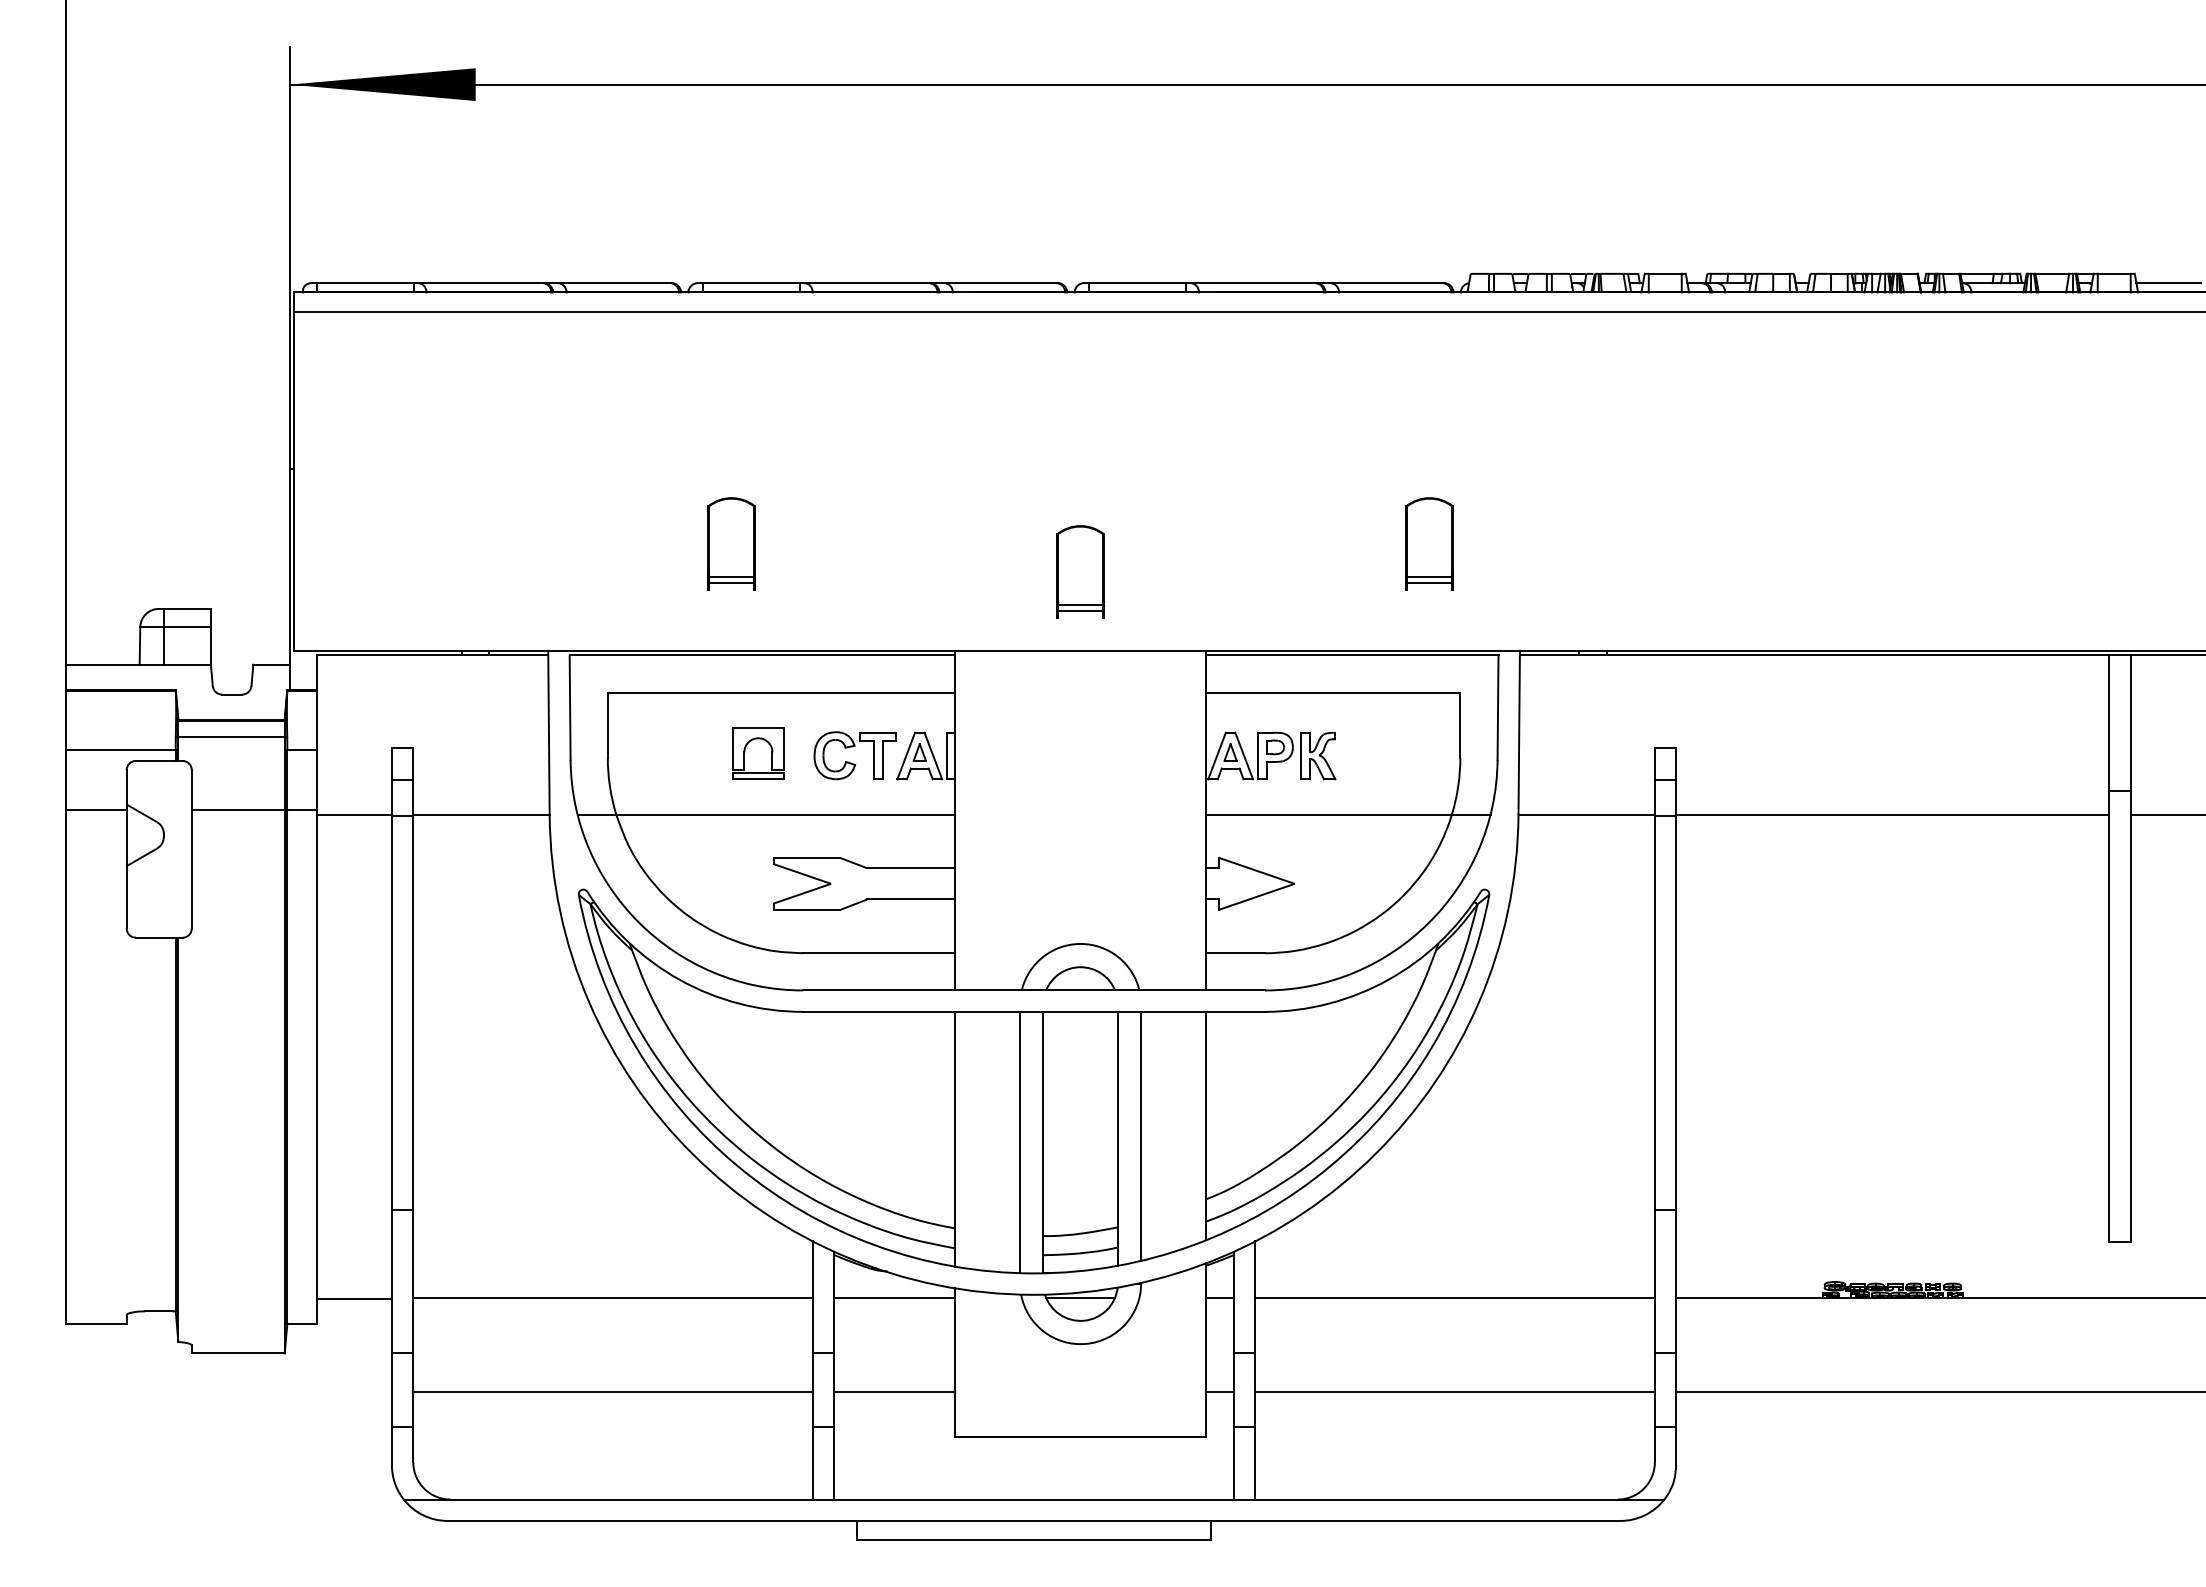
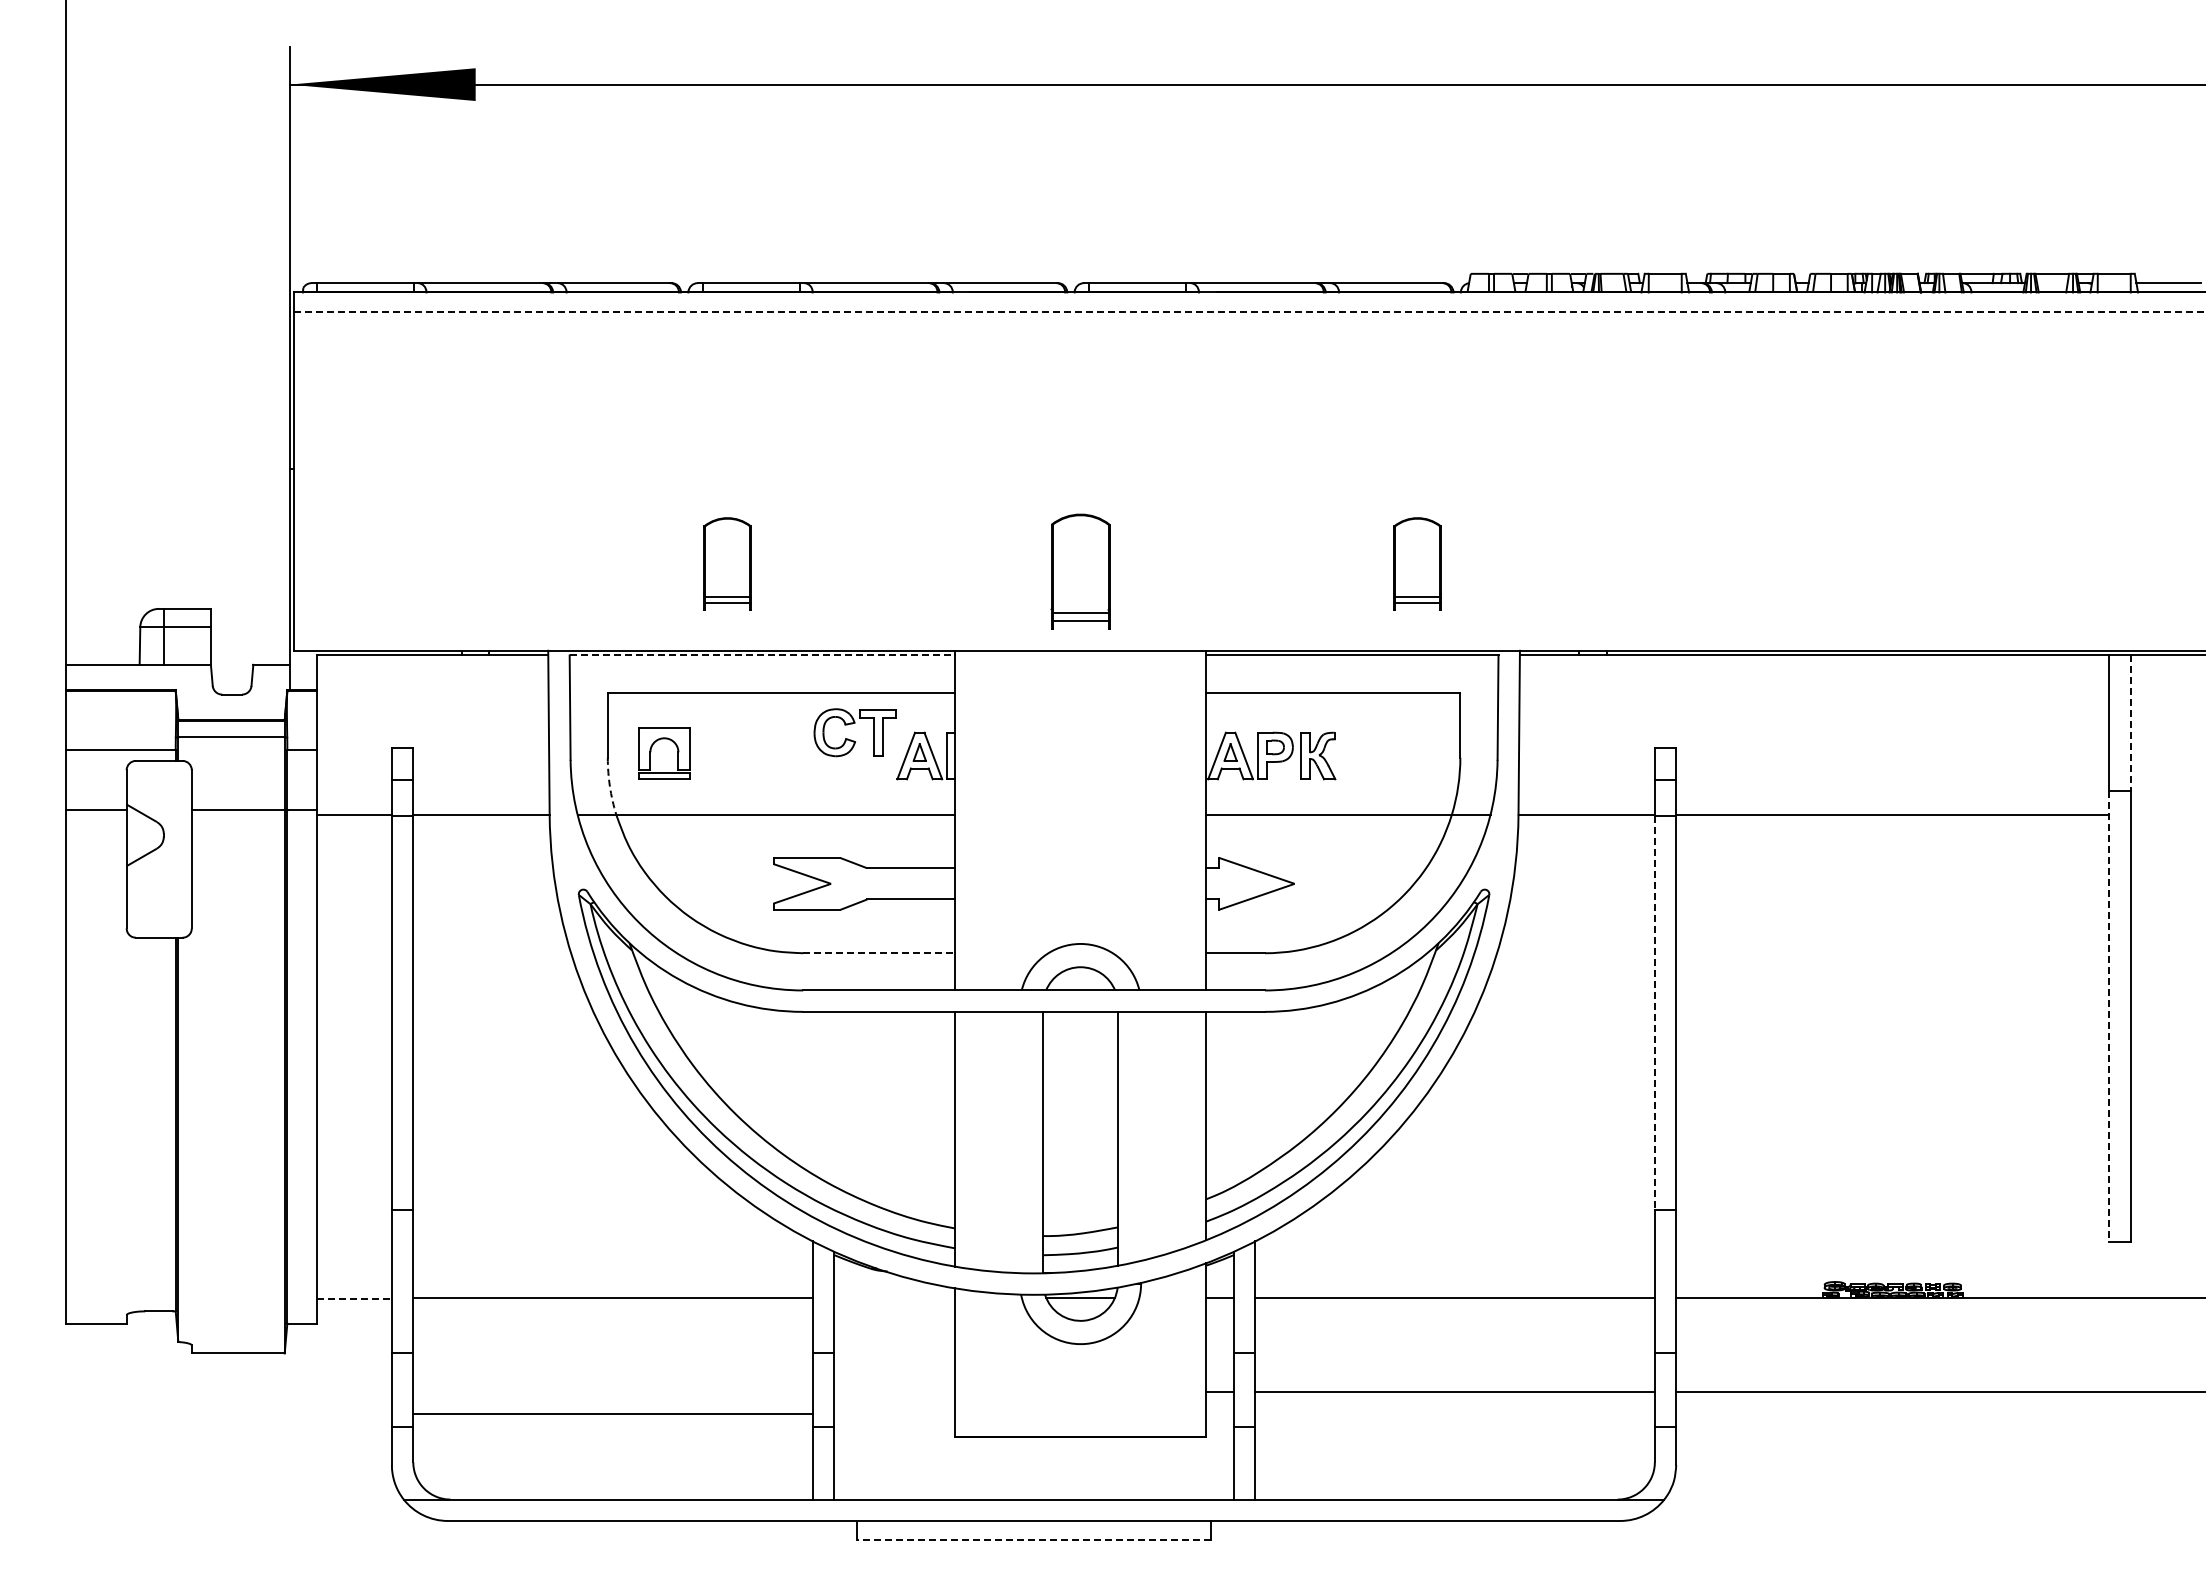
line at (1250, 312): solid -> dashed
part at (731, 543) position: (731, 543) -> (727, 563)
part at (1429, 543) position: (1429, 543) -> (1417, 563)
part at (1080, 571) size: 49x94 px -> 61x117 px
line at (762, 655): solid -> dashed
line at (2130, 723): solid -> dashed
part at (771, 753) position: (771, 753) -> (677, 753)
part at (851, 762) position: (851, 762) -> (851, 739)
arc at (609, 786): solid -> dashed
line at (2166, 814): present -> none
line at (879, 953): solid -> dashed
line at (1654, 1013): solid -> dashed
line at (2109, 1017): solid -> dashed
line at (1141, 1135): present -> none
line at (1020, 1142): present -> none
line at (355, 1298): solid -> dashed
line at (894, 1298): present -> none
line at (612, 1391) position: (612, 1391) -> (612, 1413)
line at (894, 1391): present -> none
line at (1034, 1539): solid -> dashed
